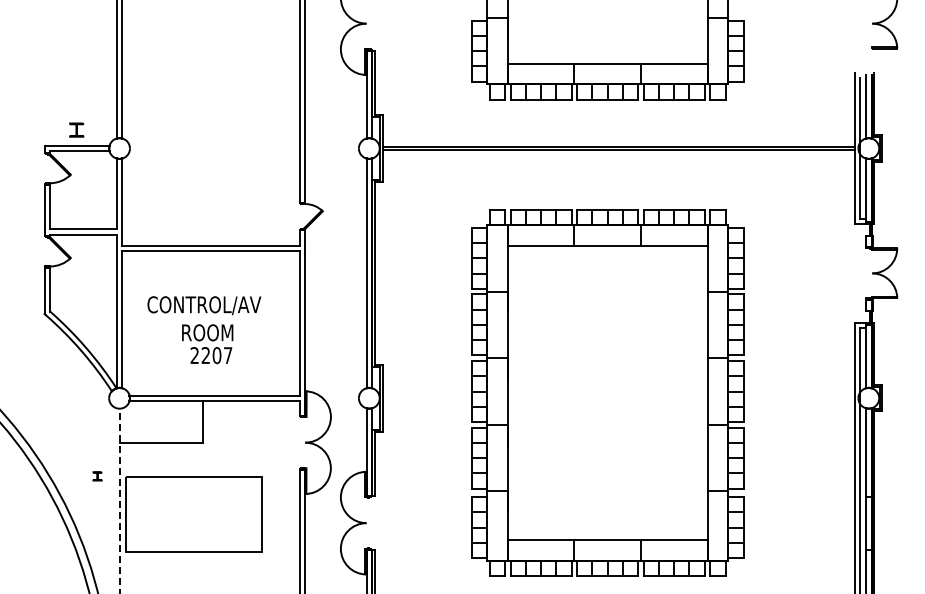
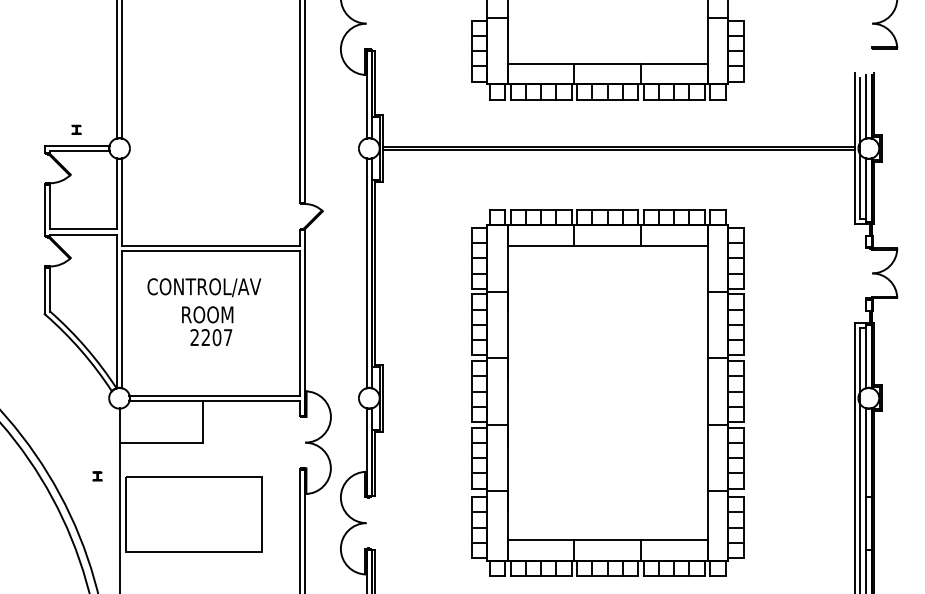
part at (76, 129) size: 16x16 px -> 11x11 px
text at (204, 330) position: (204, 330) -> (204, 312)
line at (119, 500): dashed -> solid
